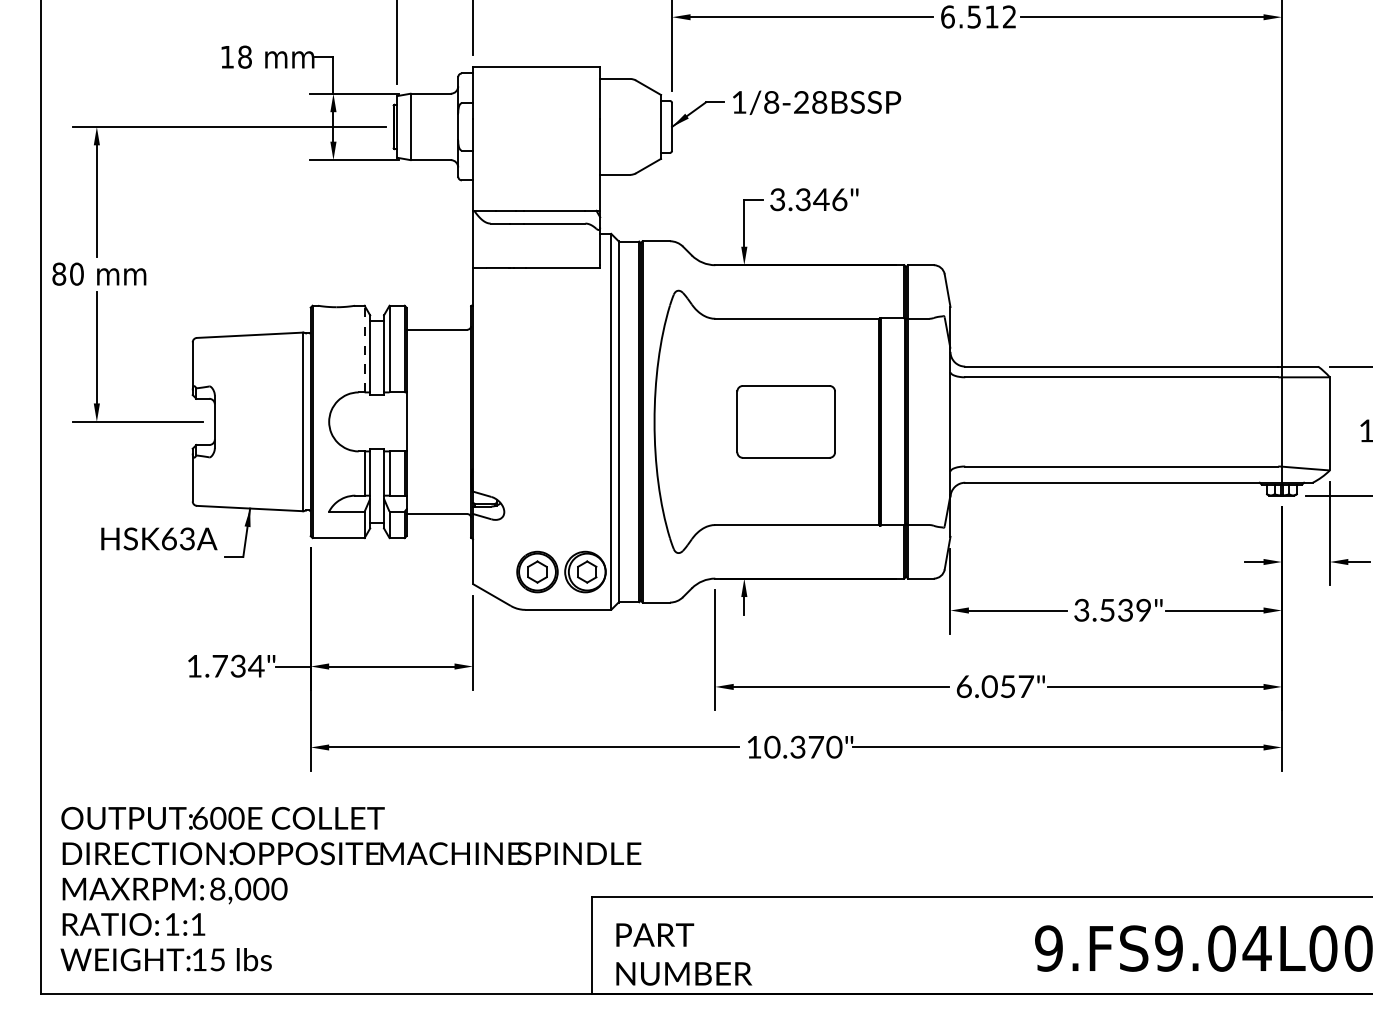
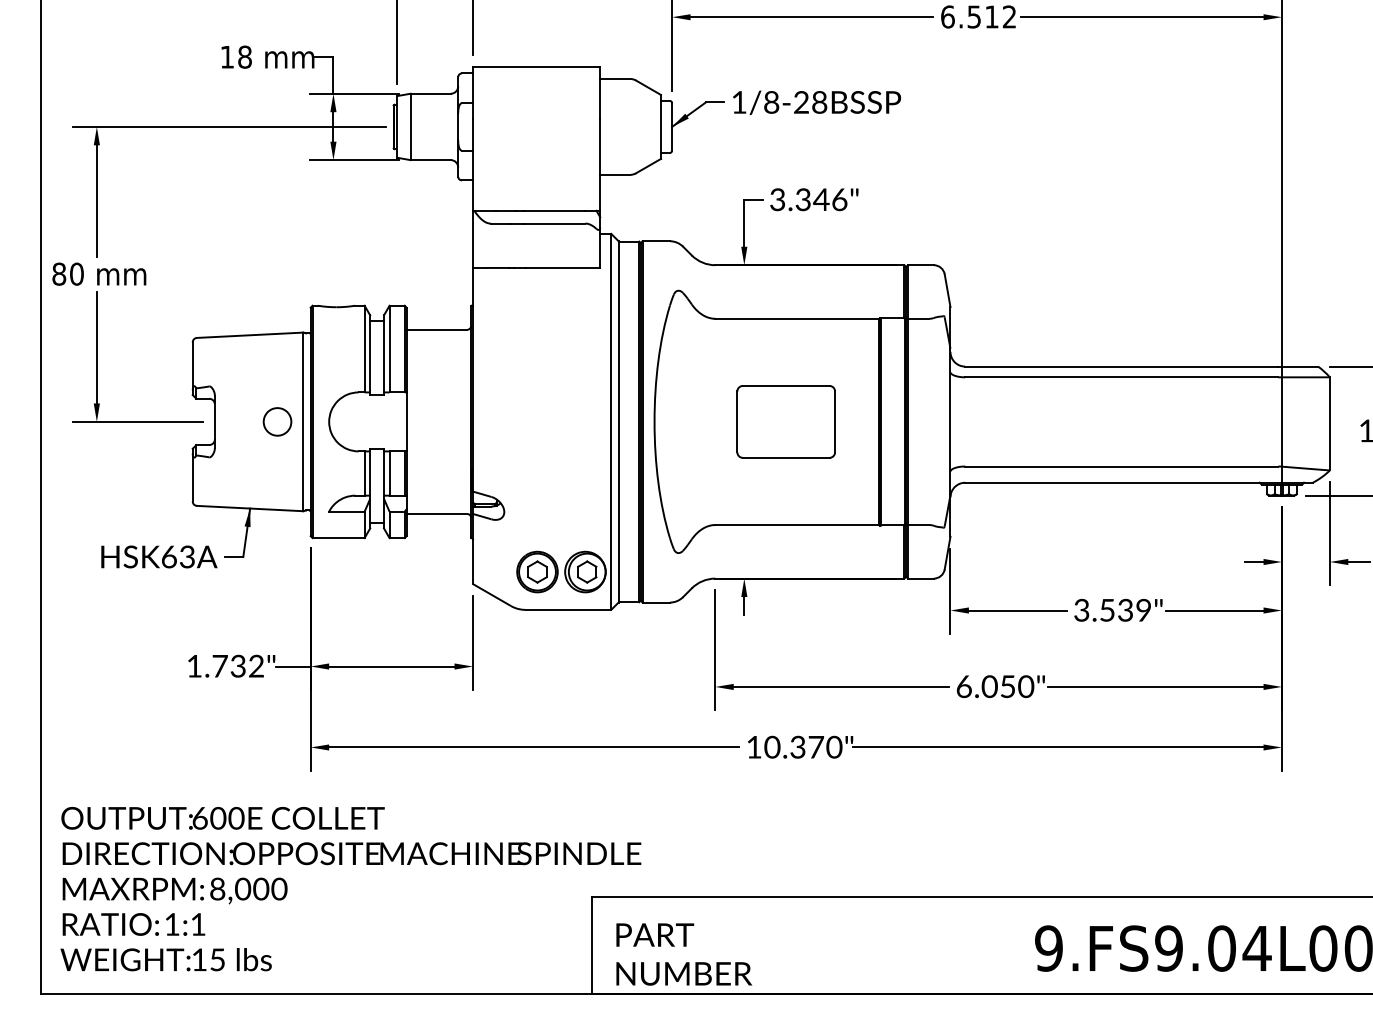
line at (364, 348): dashed -> solid
part at (277, 421): none -> present
text at (159, 538) position: (159, 538) -> (159, 556)
text at (256, 665): 1.734" -> 1.732"
text at (1026, 686): 6.057" -> 6.050"
